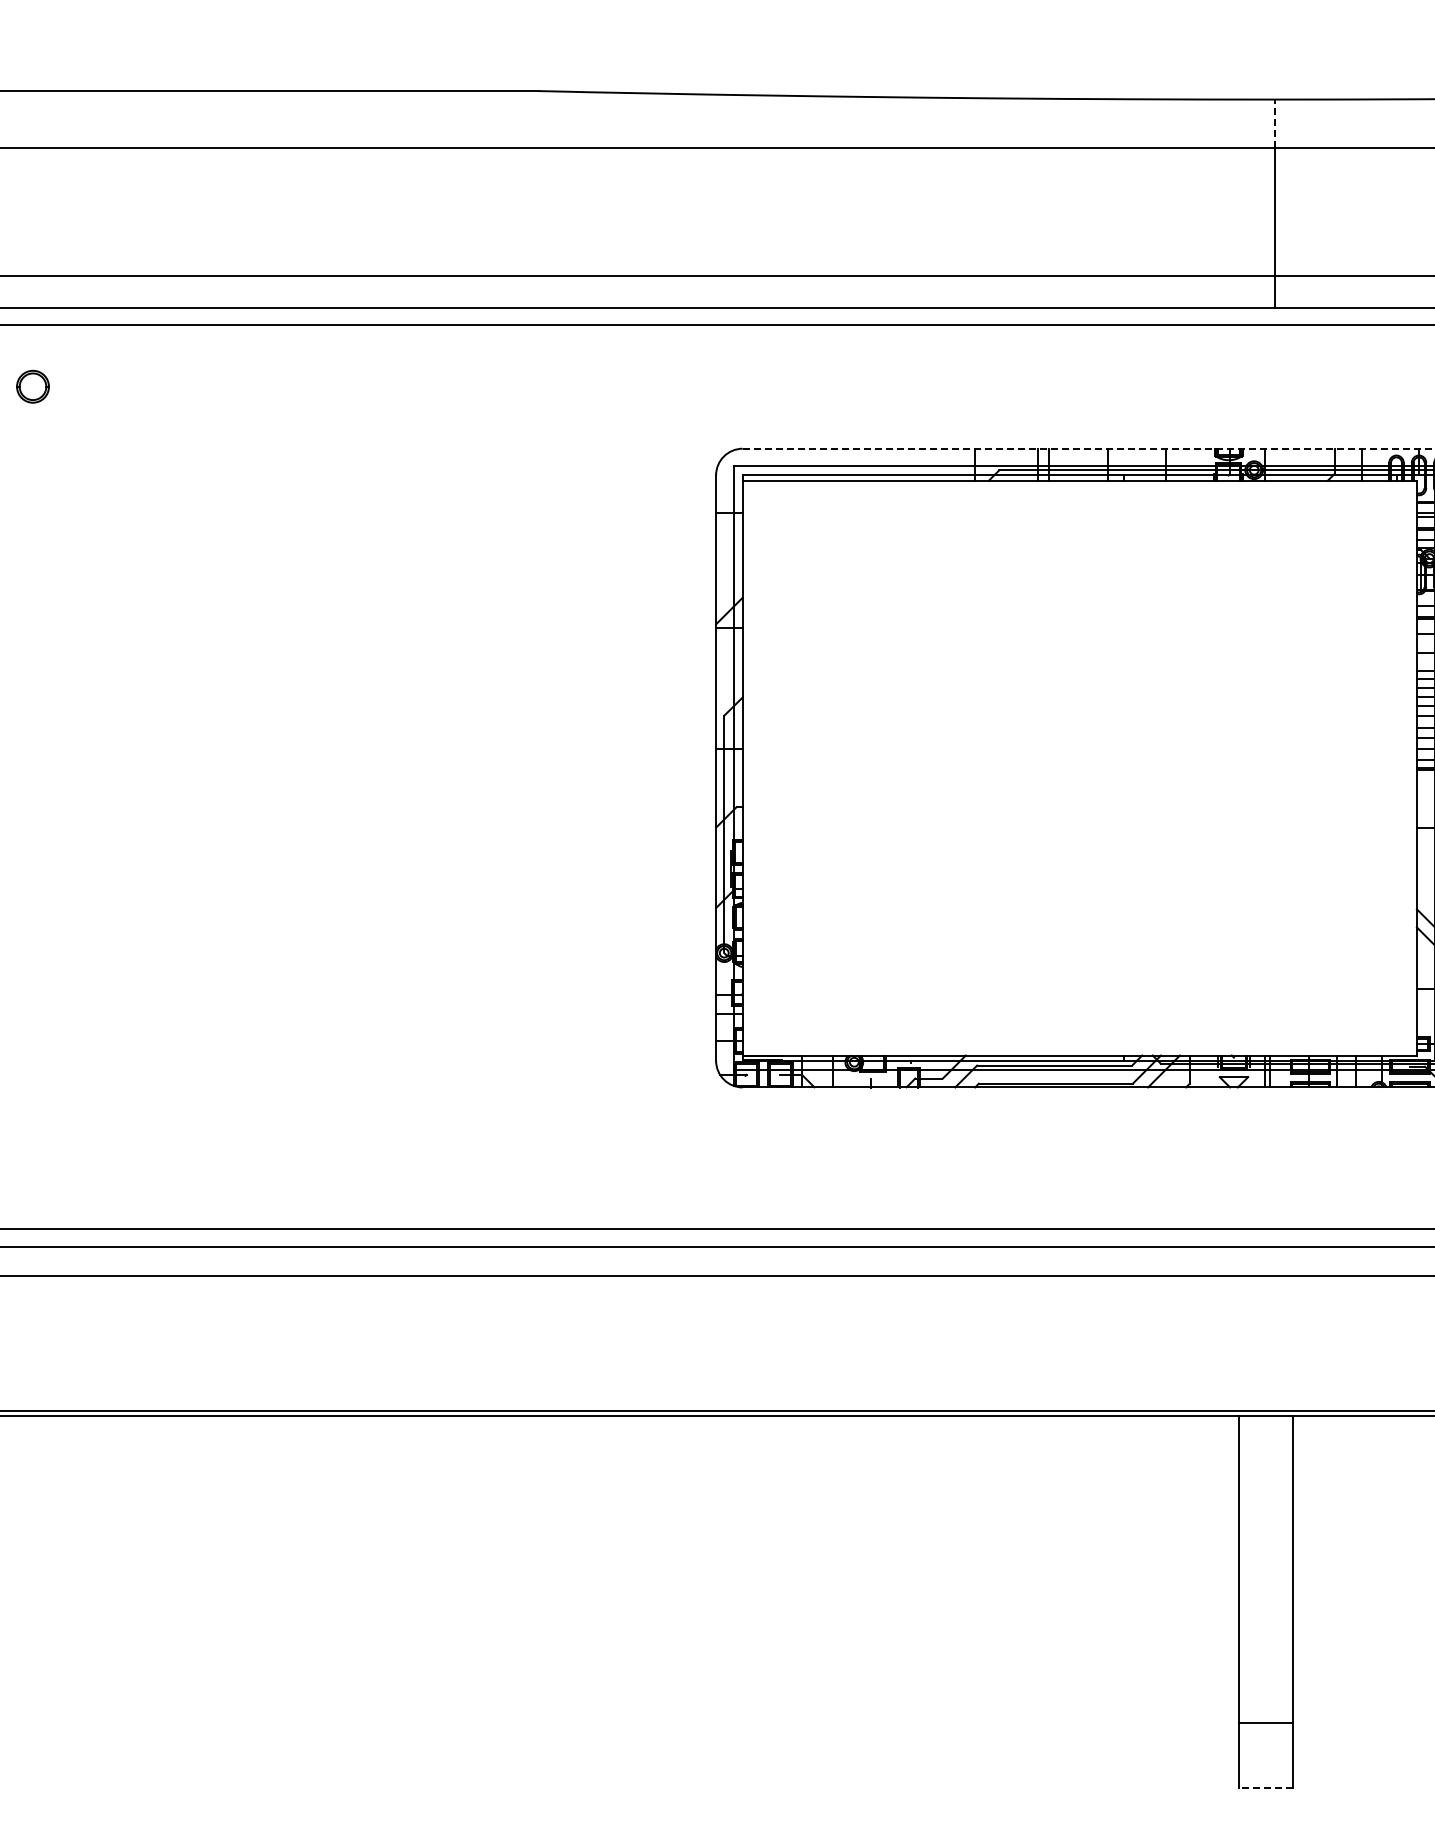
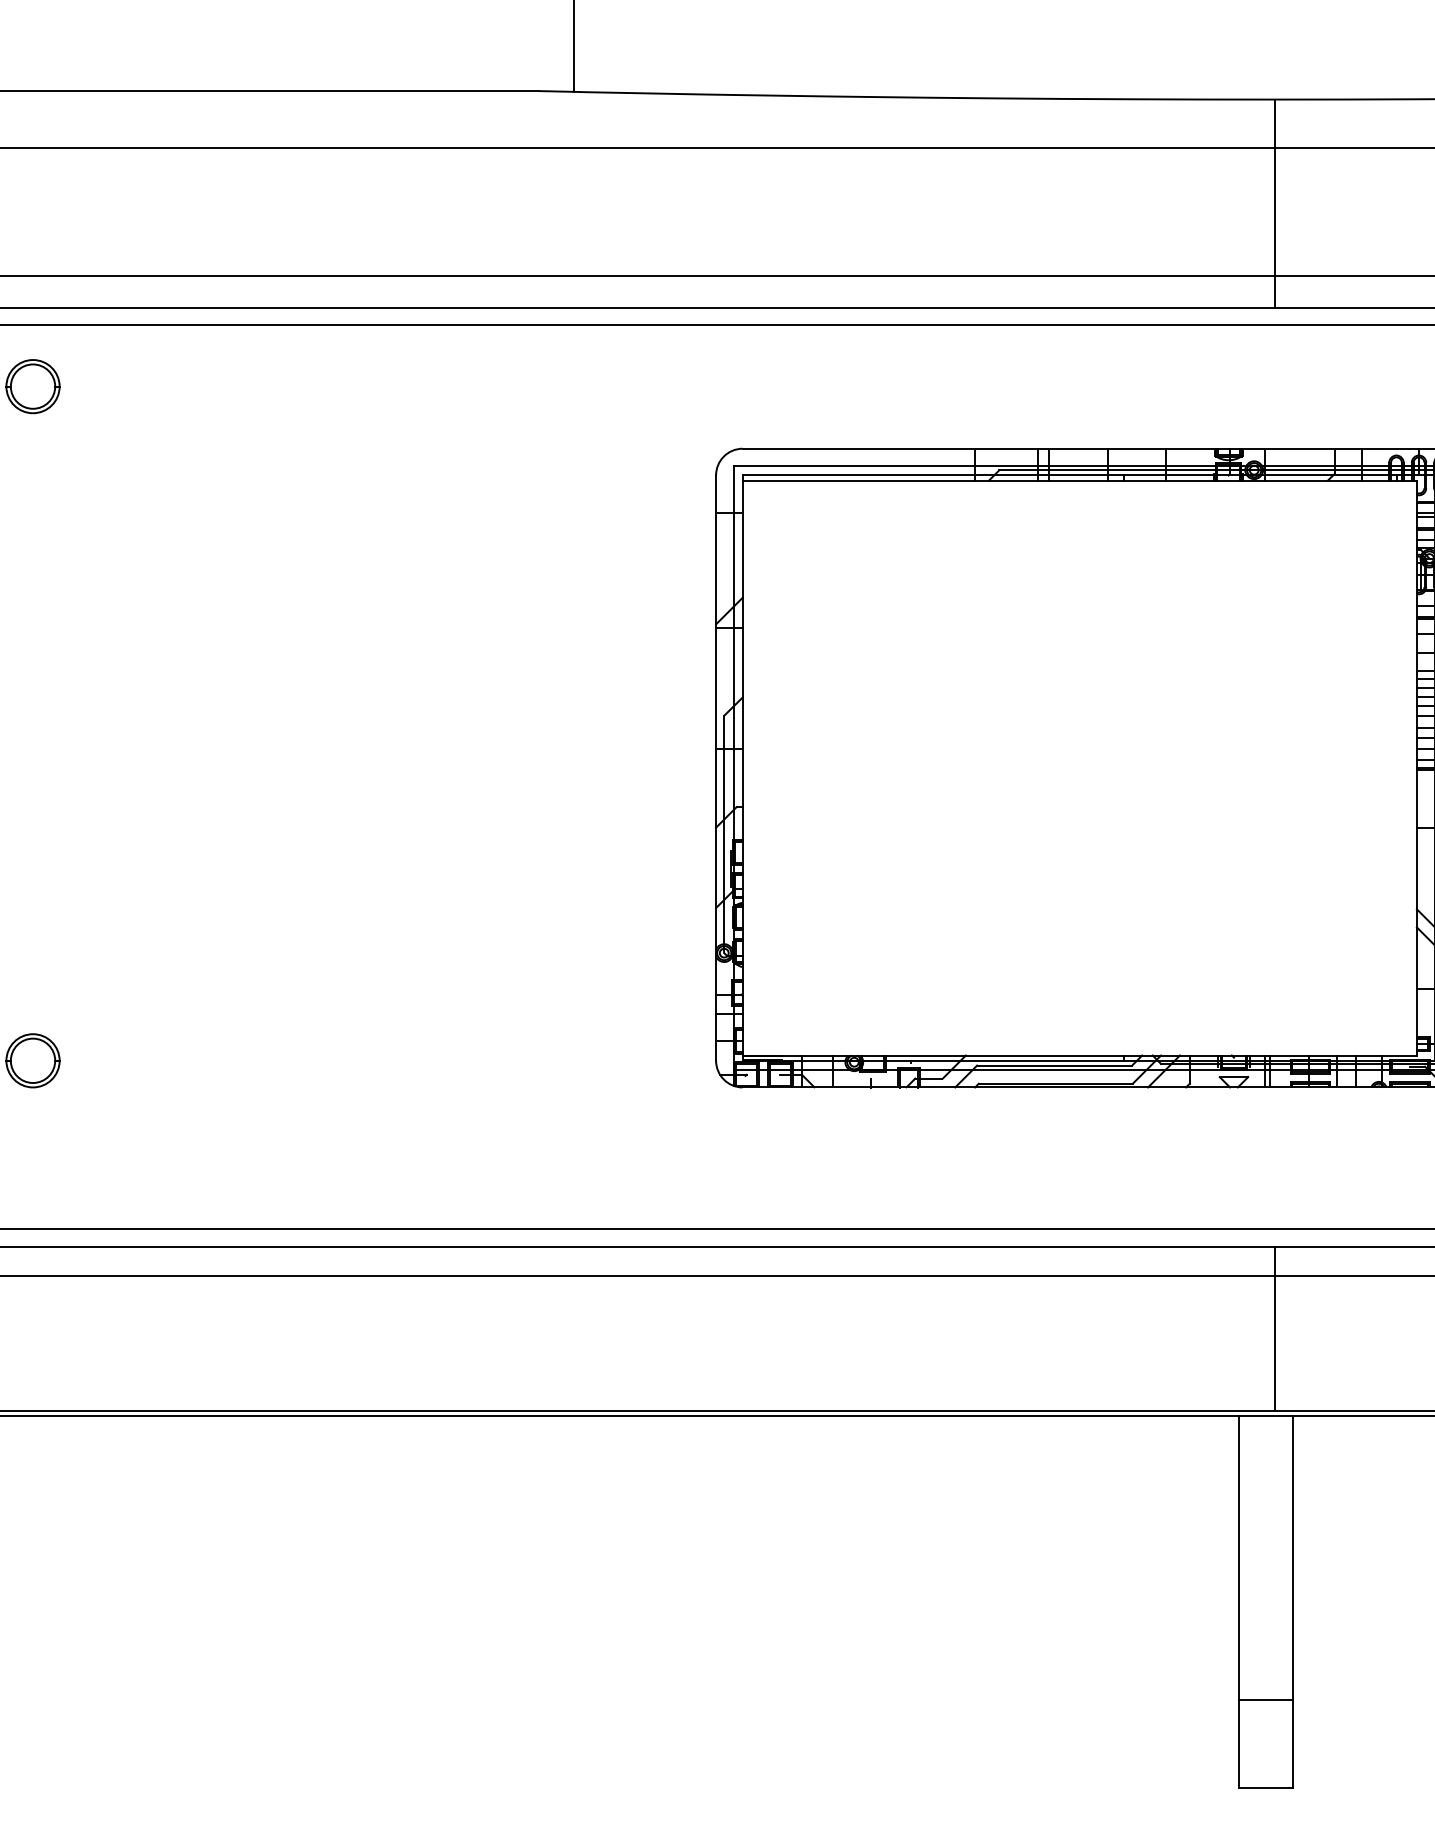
line at (574, 46): none -> present
line at (1274, 123): dashed -> solid
part at (32, 386) size: 34x35 px -> 56x56 px
line at (1089, 448): dashed -> solid
part at (32, 1060): none -> present
line at (1274, 1328): none -> present
line at (1265, 1722) position: (1265, 1722) -> (1265, 1699)
line at (1266, 1788): dashed -> solid
